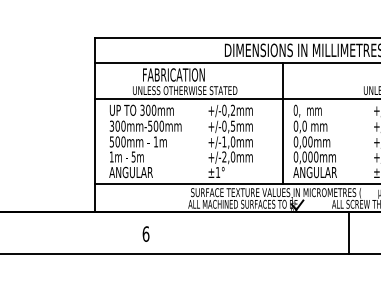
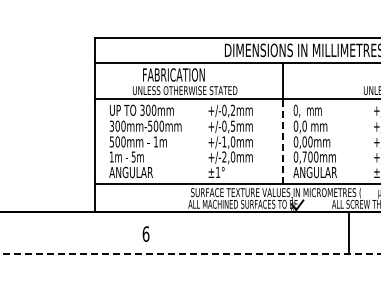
line at (282, 140): solid -> dashed
text at (304, 156): 0,000mm -> 0,700mm
line at (190, 253): solid -> dashed
